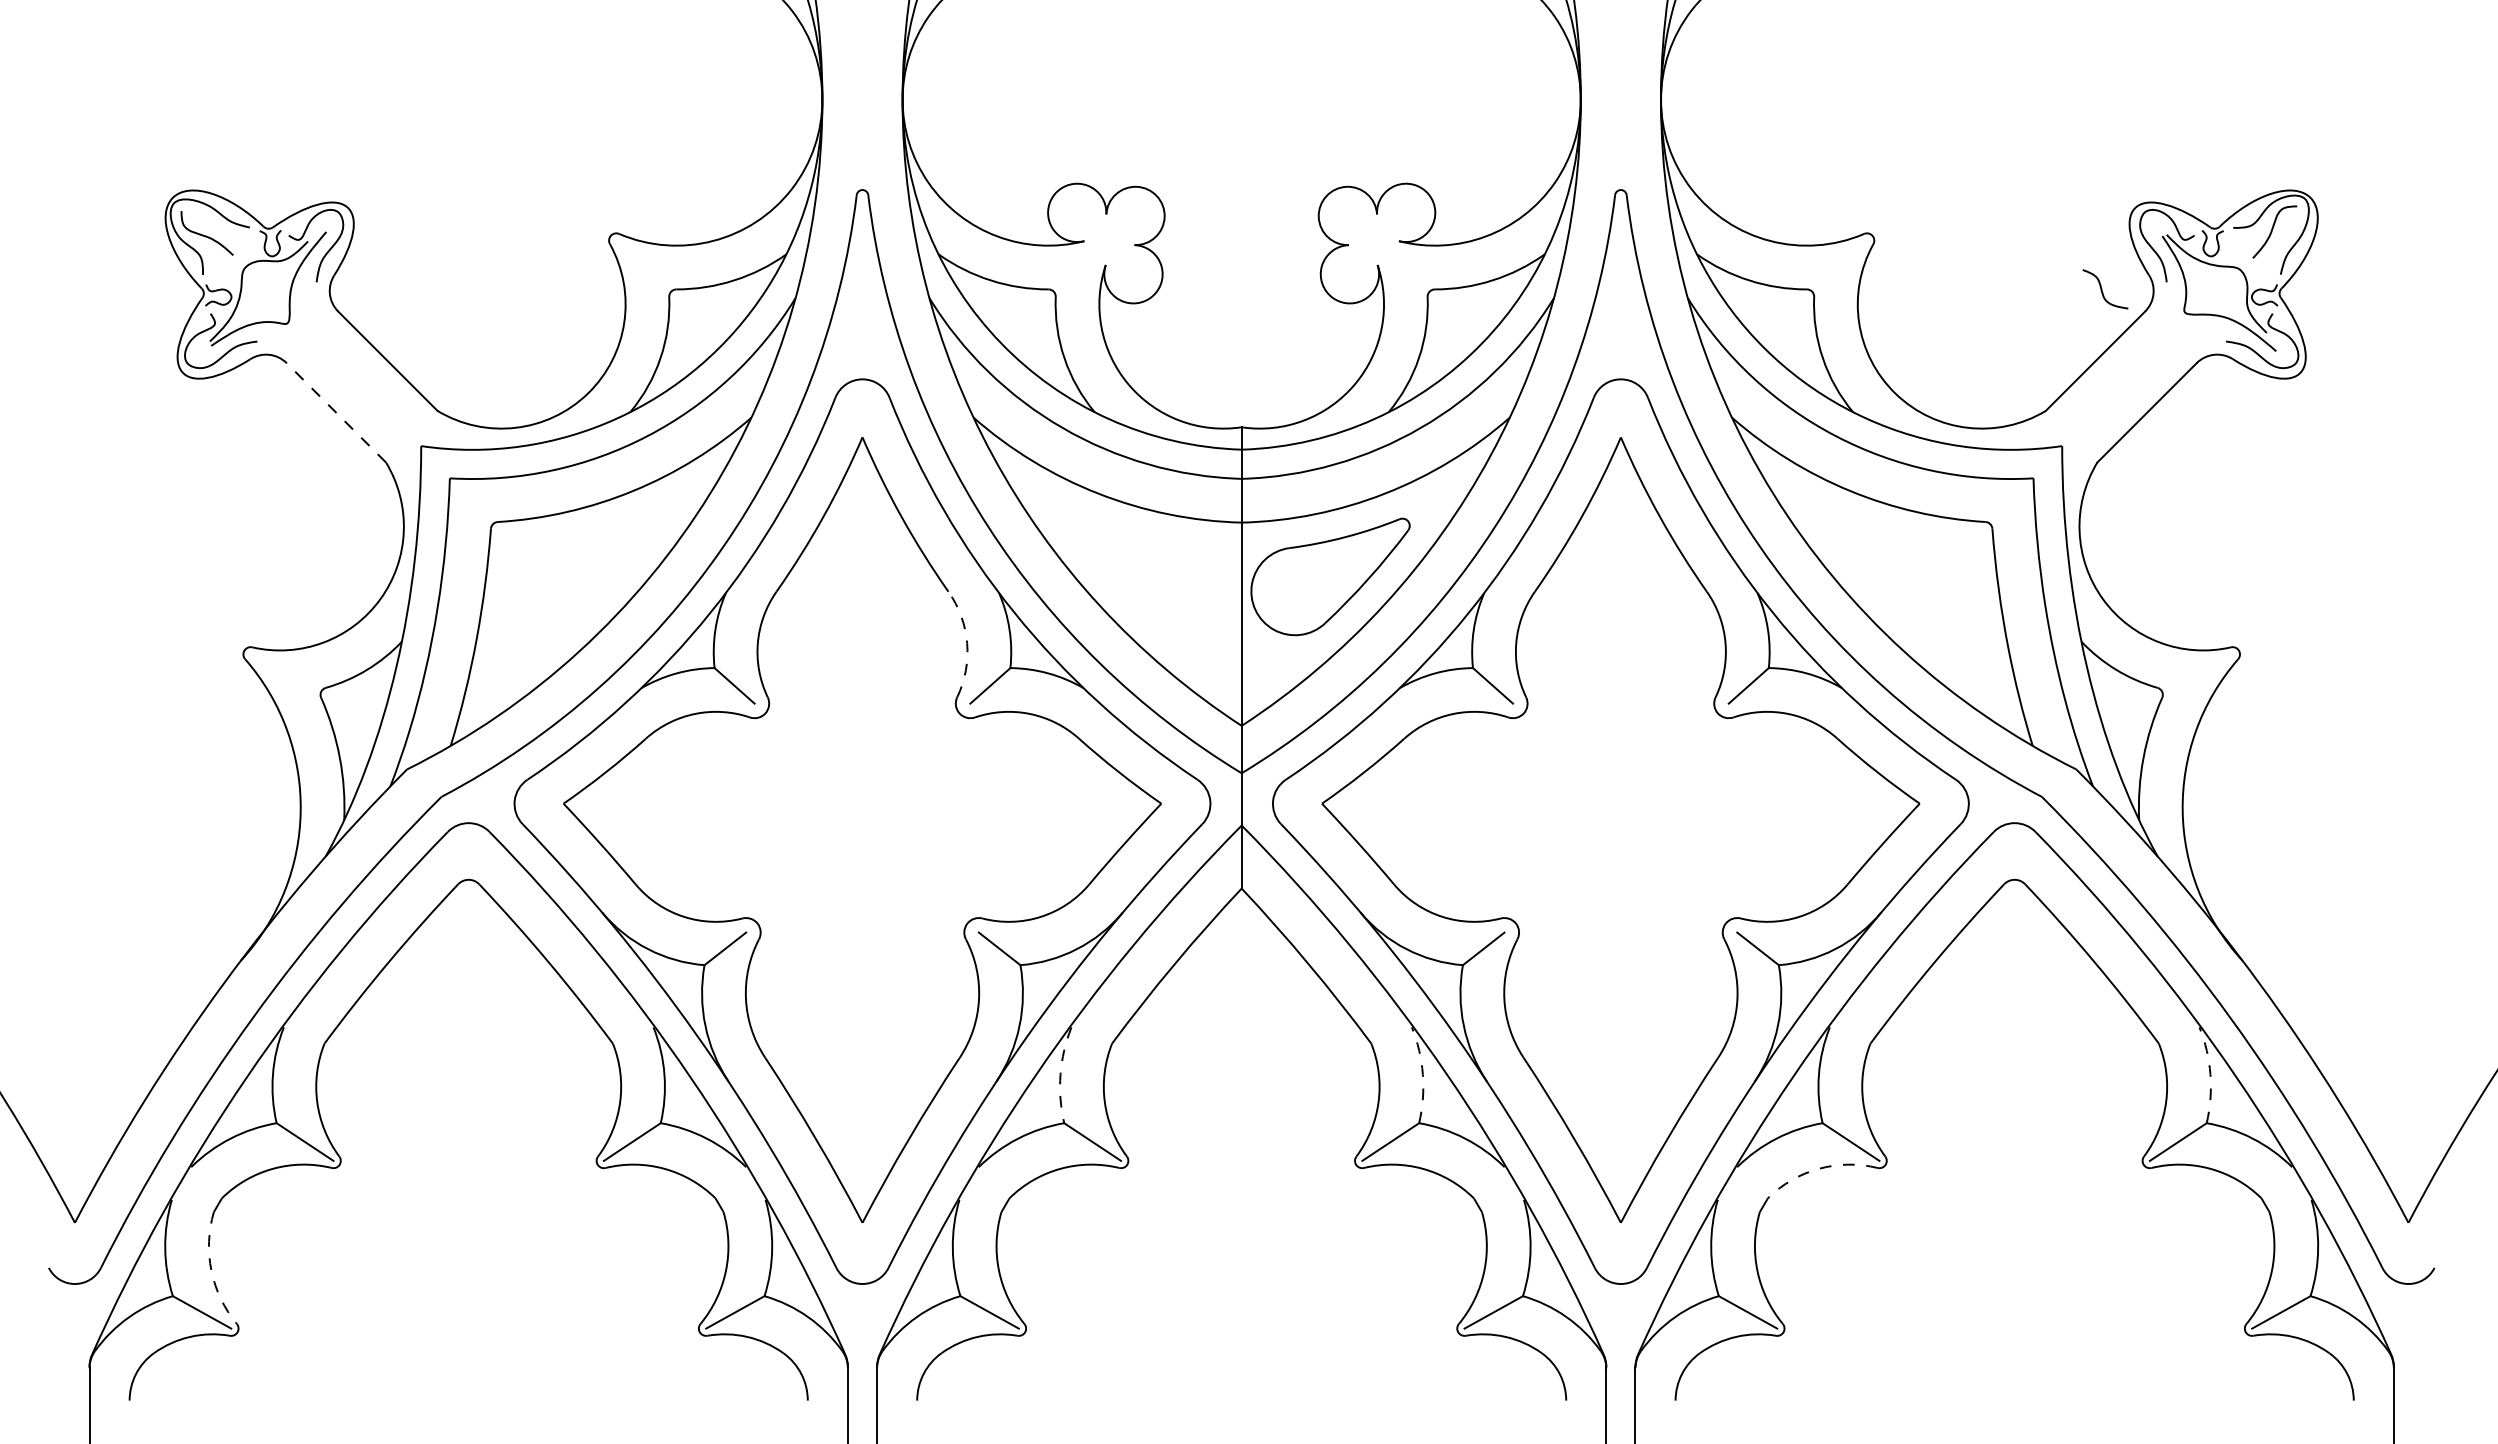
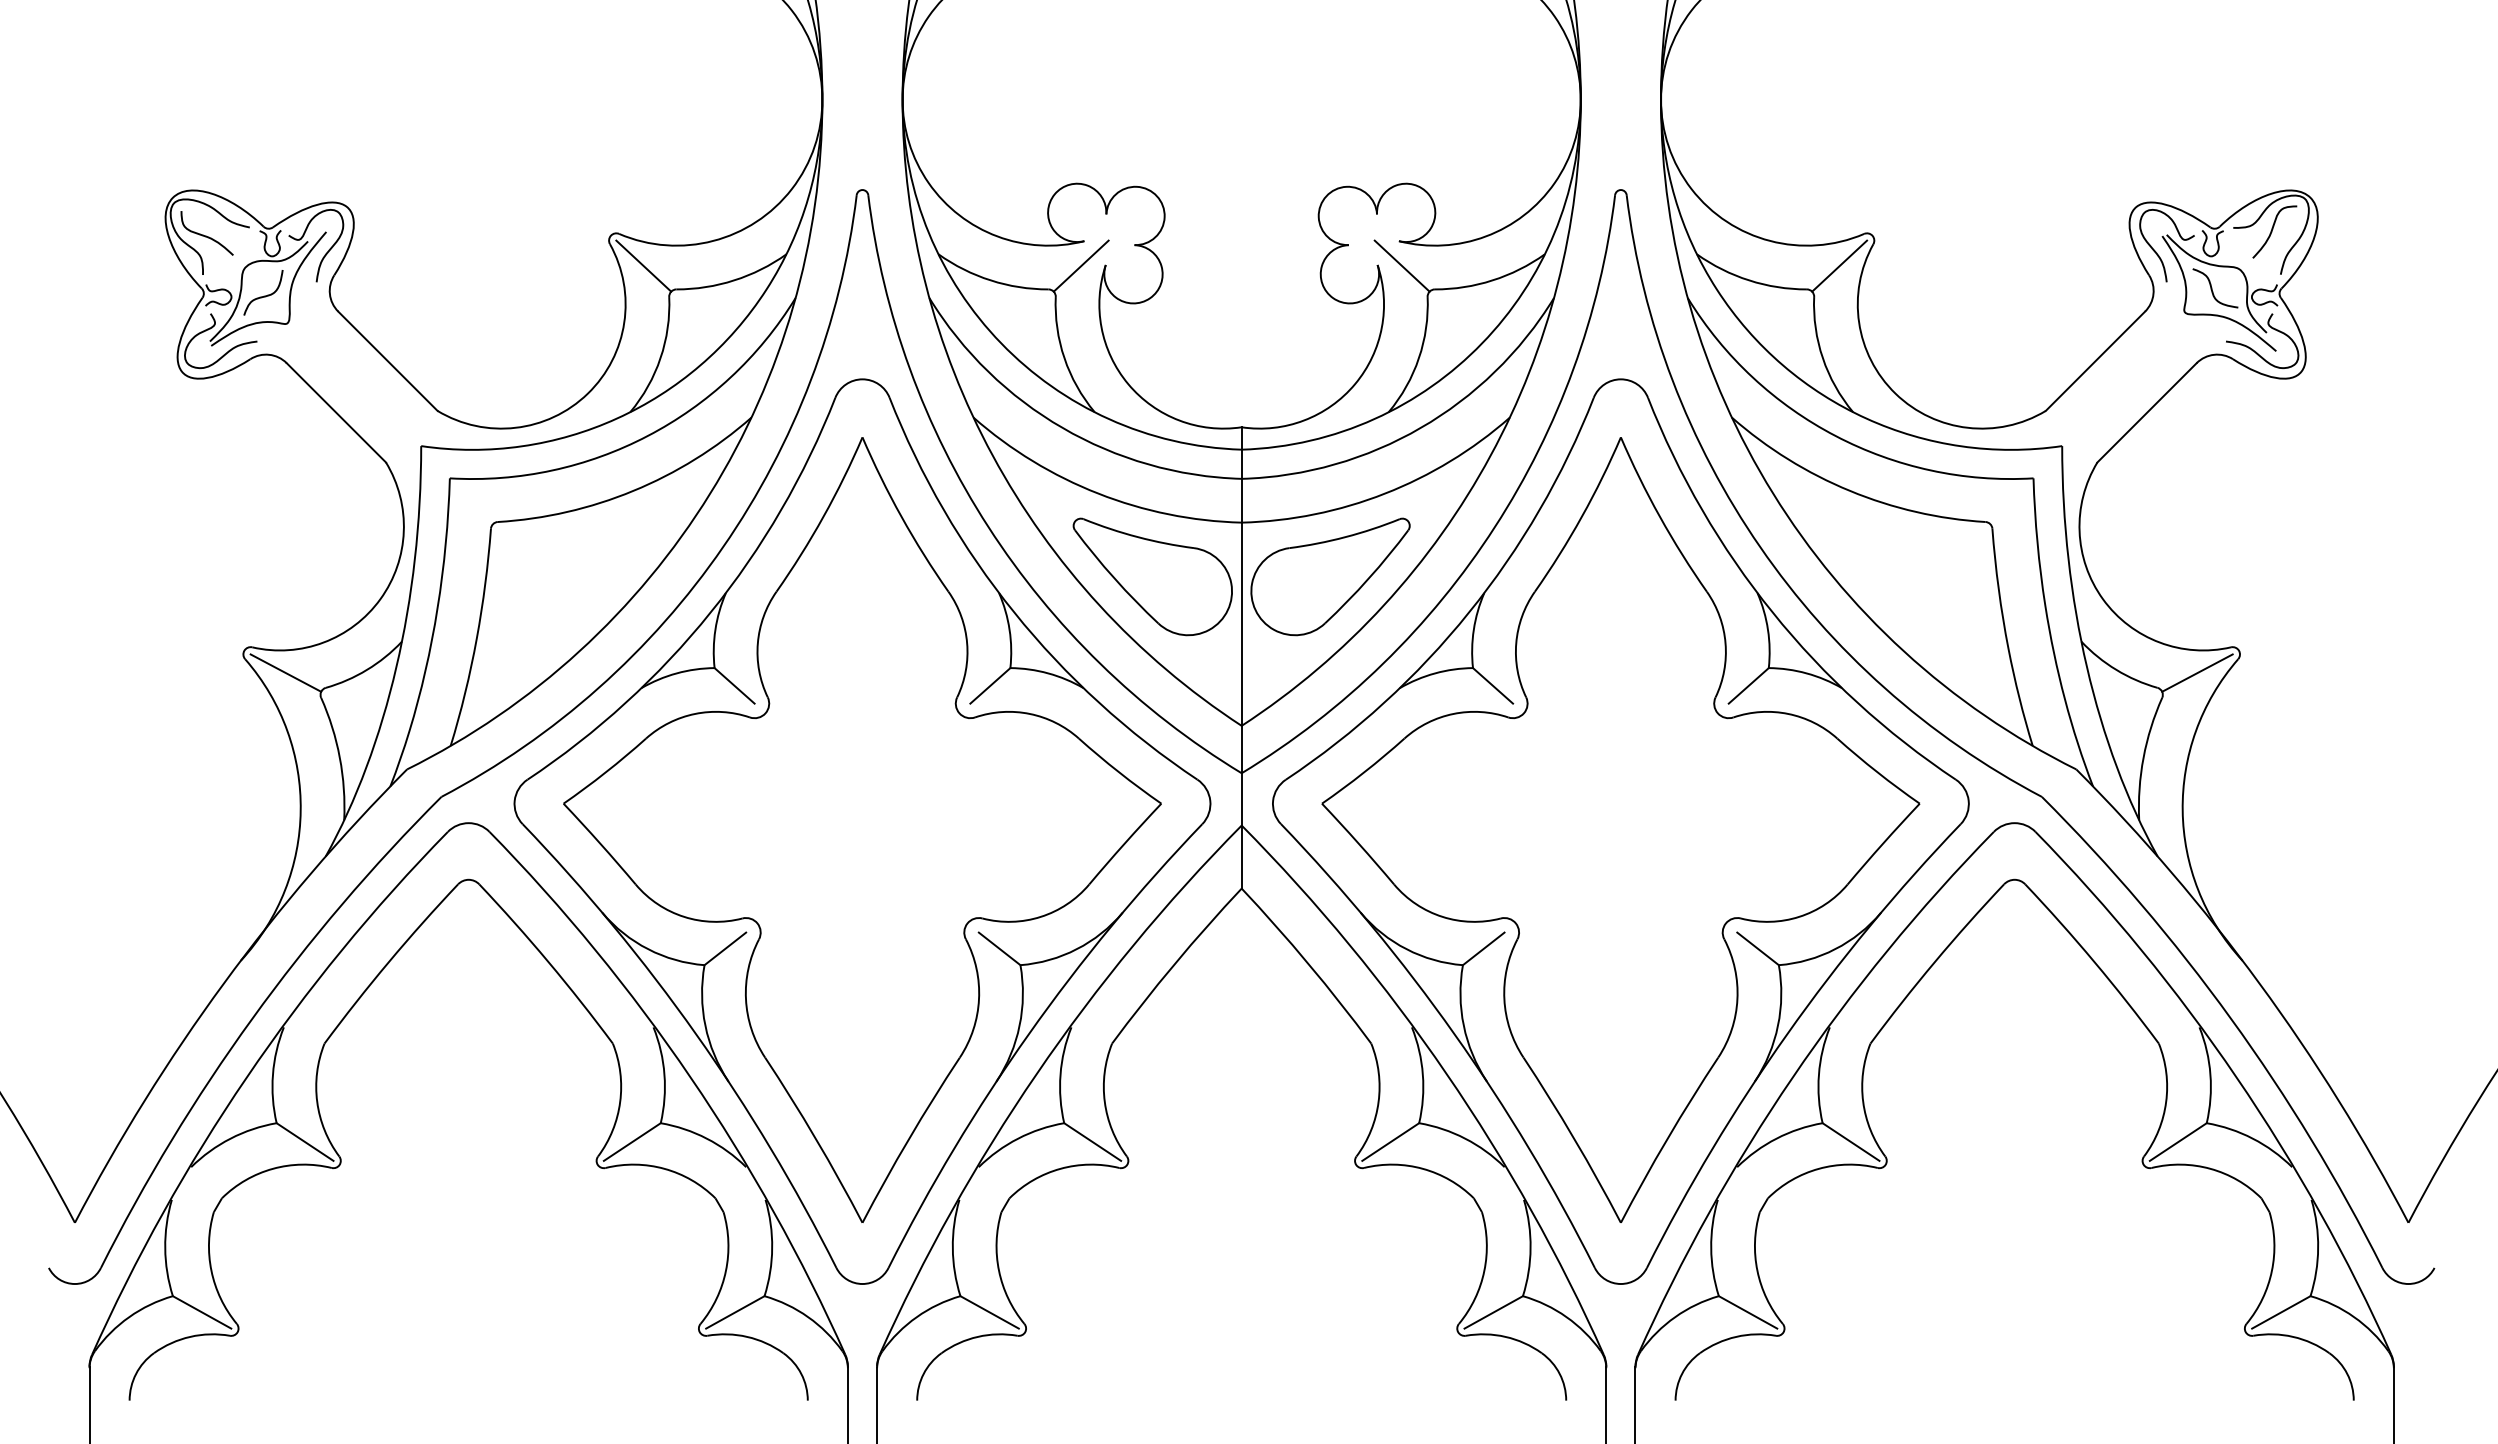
line at (643, 265): none -> present
line at (1080, 265): none -> present
line at (1401, 265): none -> present
line at (1839, 265): none -> present
curve at (2102, 289) position: (2102, 289) -> (2212, 288)
curve at (264, 295): none -> present
line at (336, 412): dashed -> solid
part at (1152, 576): none -> present
arc at (967, 643): dashed -> solid
line at (285, 672): none -> present
line at (2197, 672): none -> present
arc at (1060, 1074): dashed -> solid
arc at (1422, 1074): dashed -> solid
arc at (2210, 1074): dashed -> solid
arc at (1818, 1168): dashed -> solid
arc at (211, 1270): dashed -> solid
